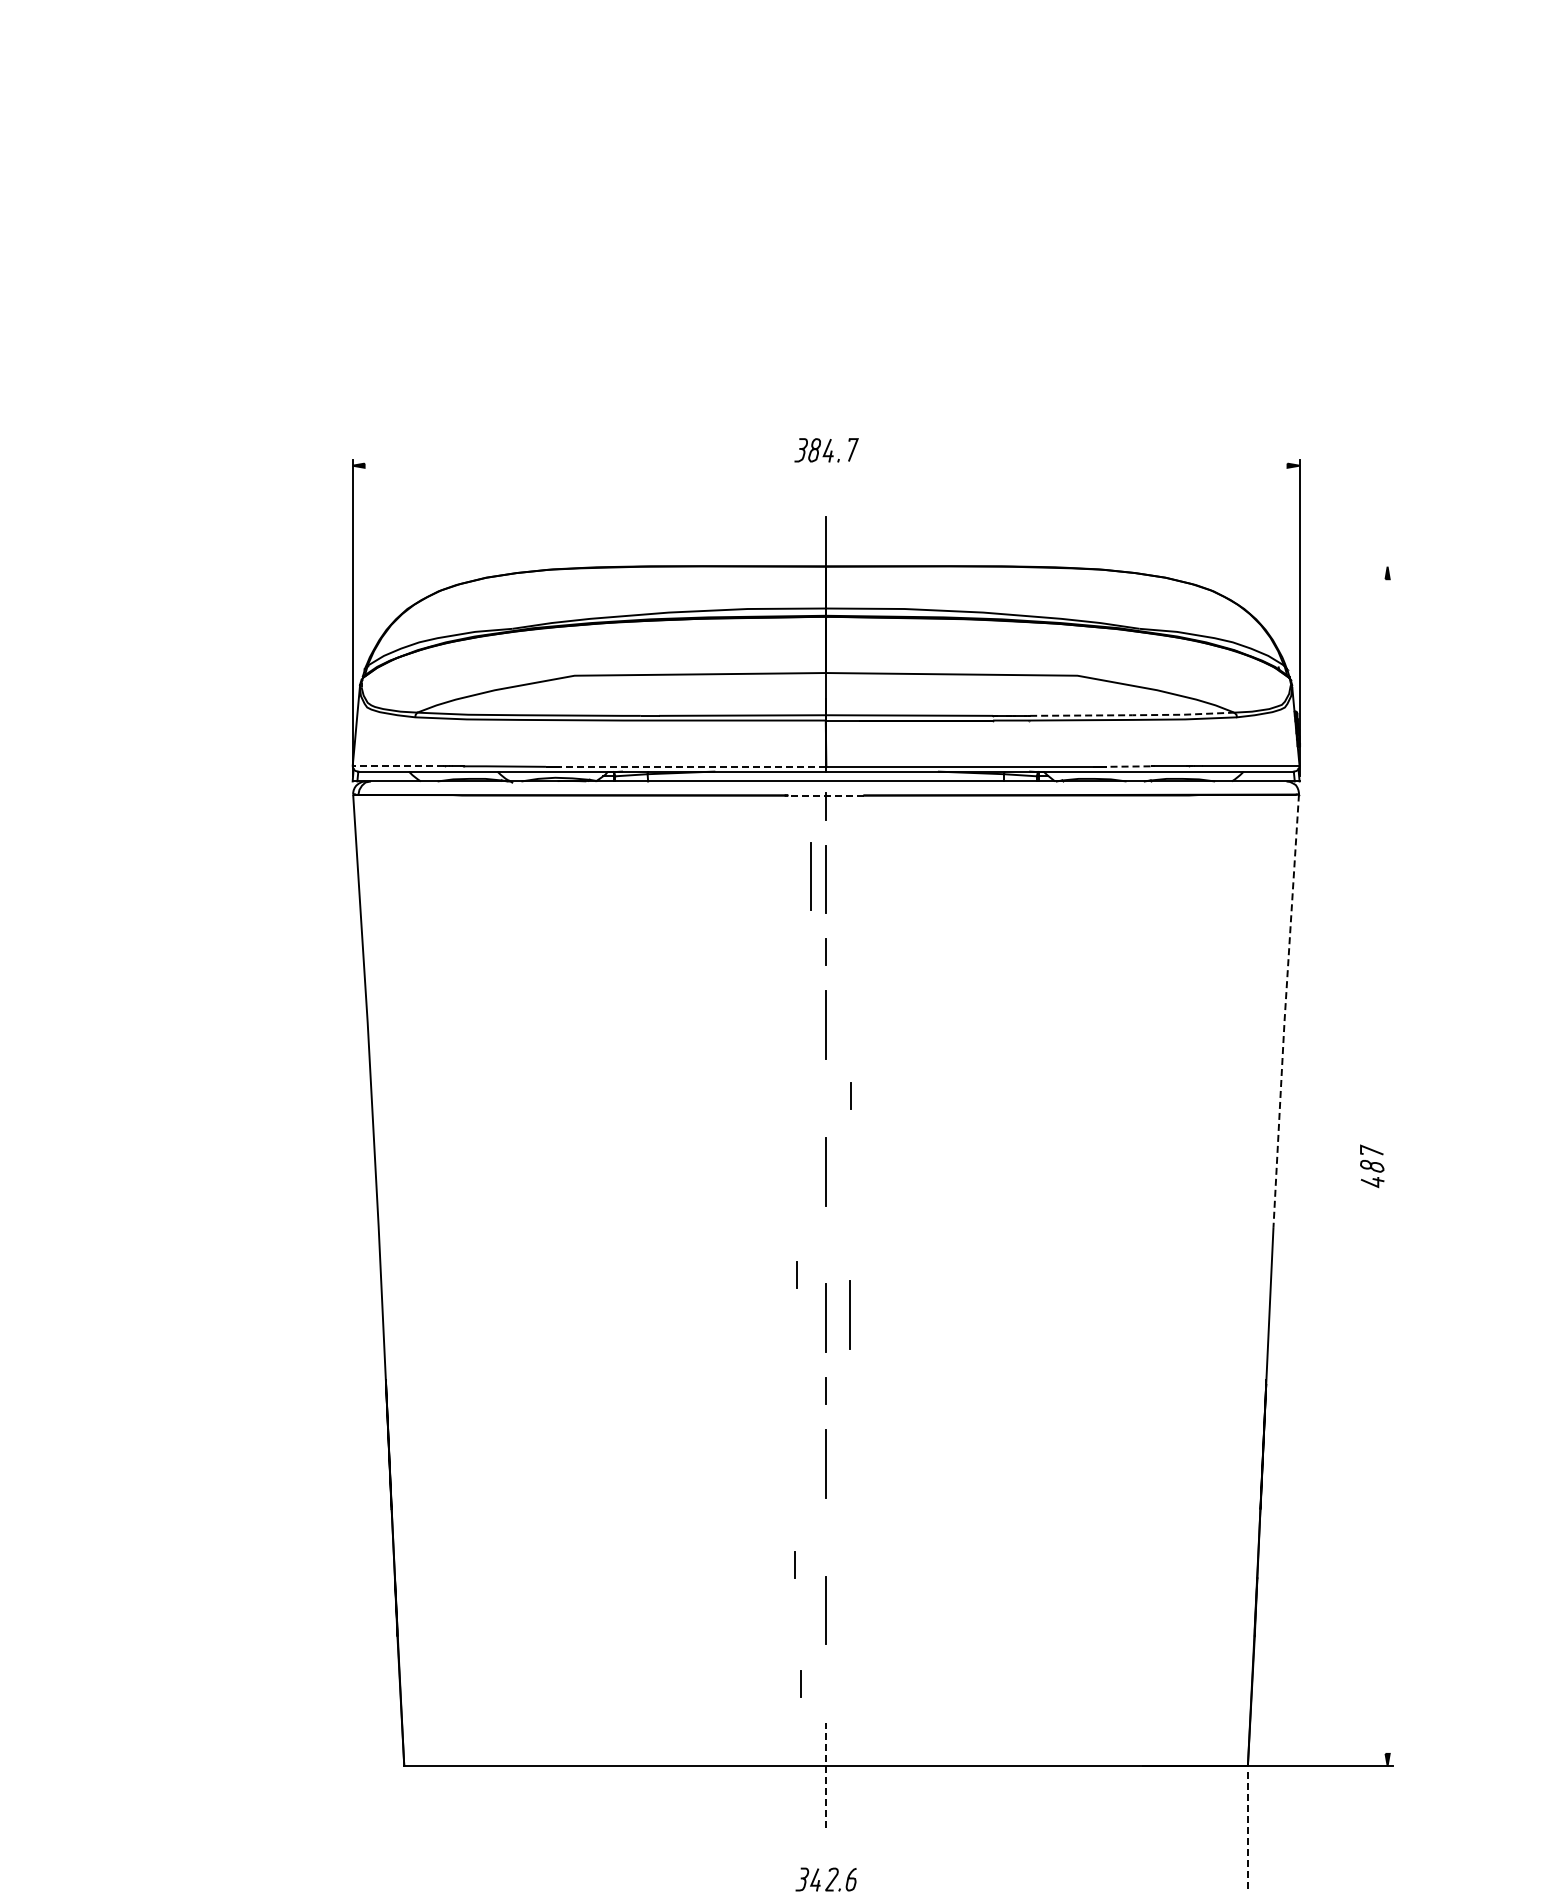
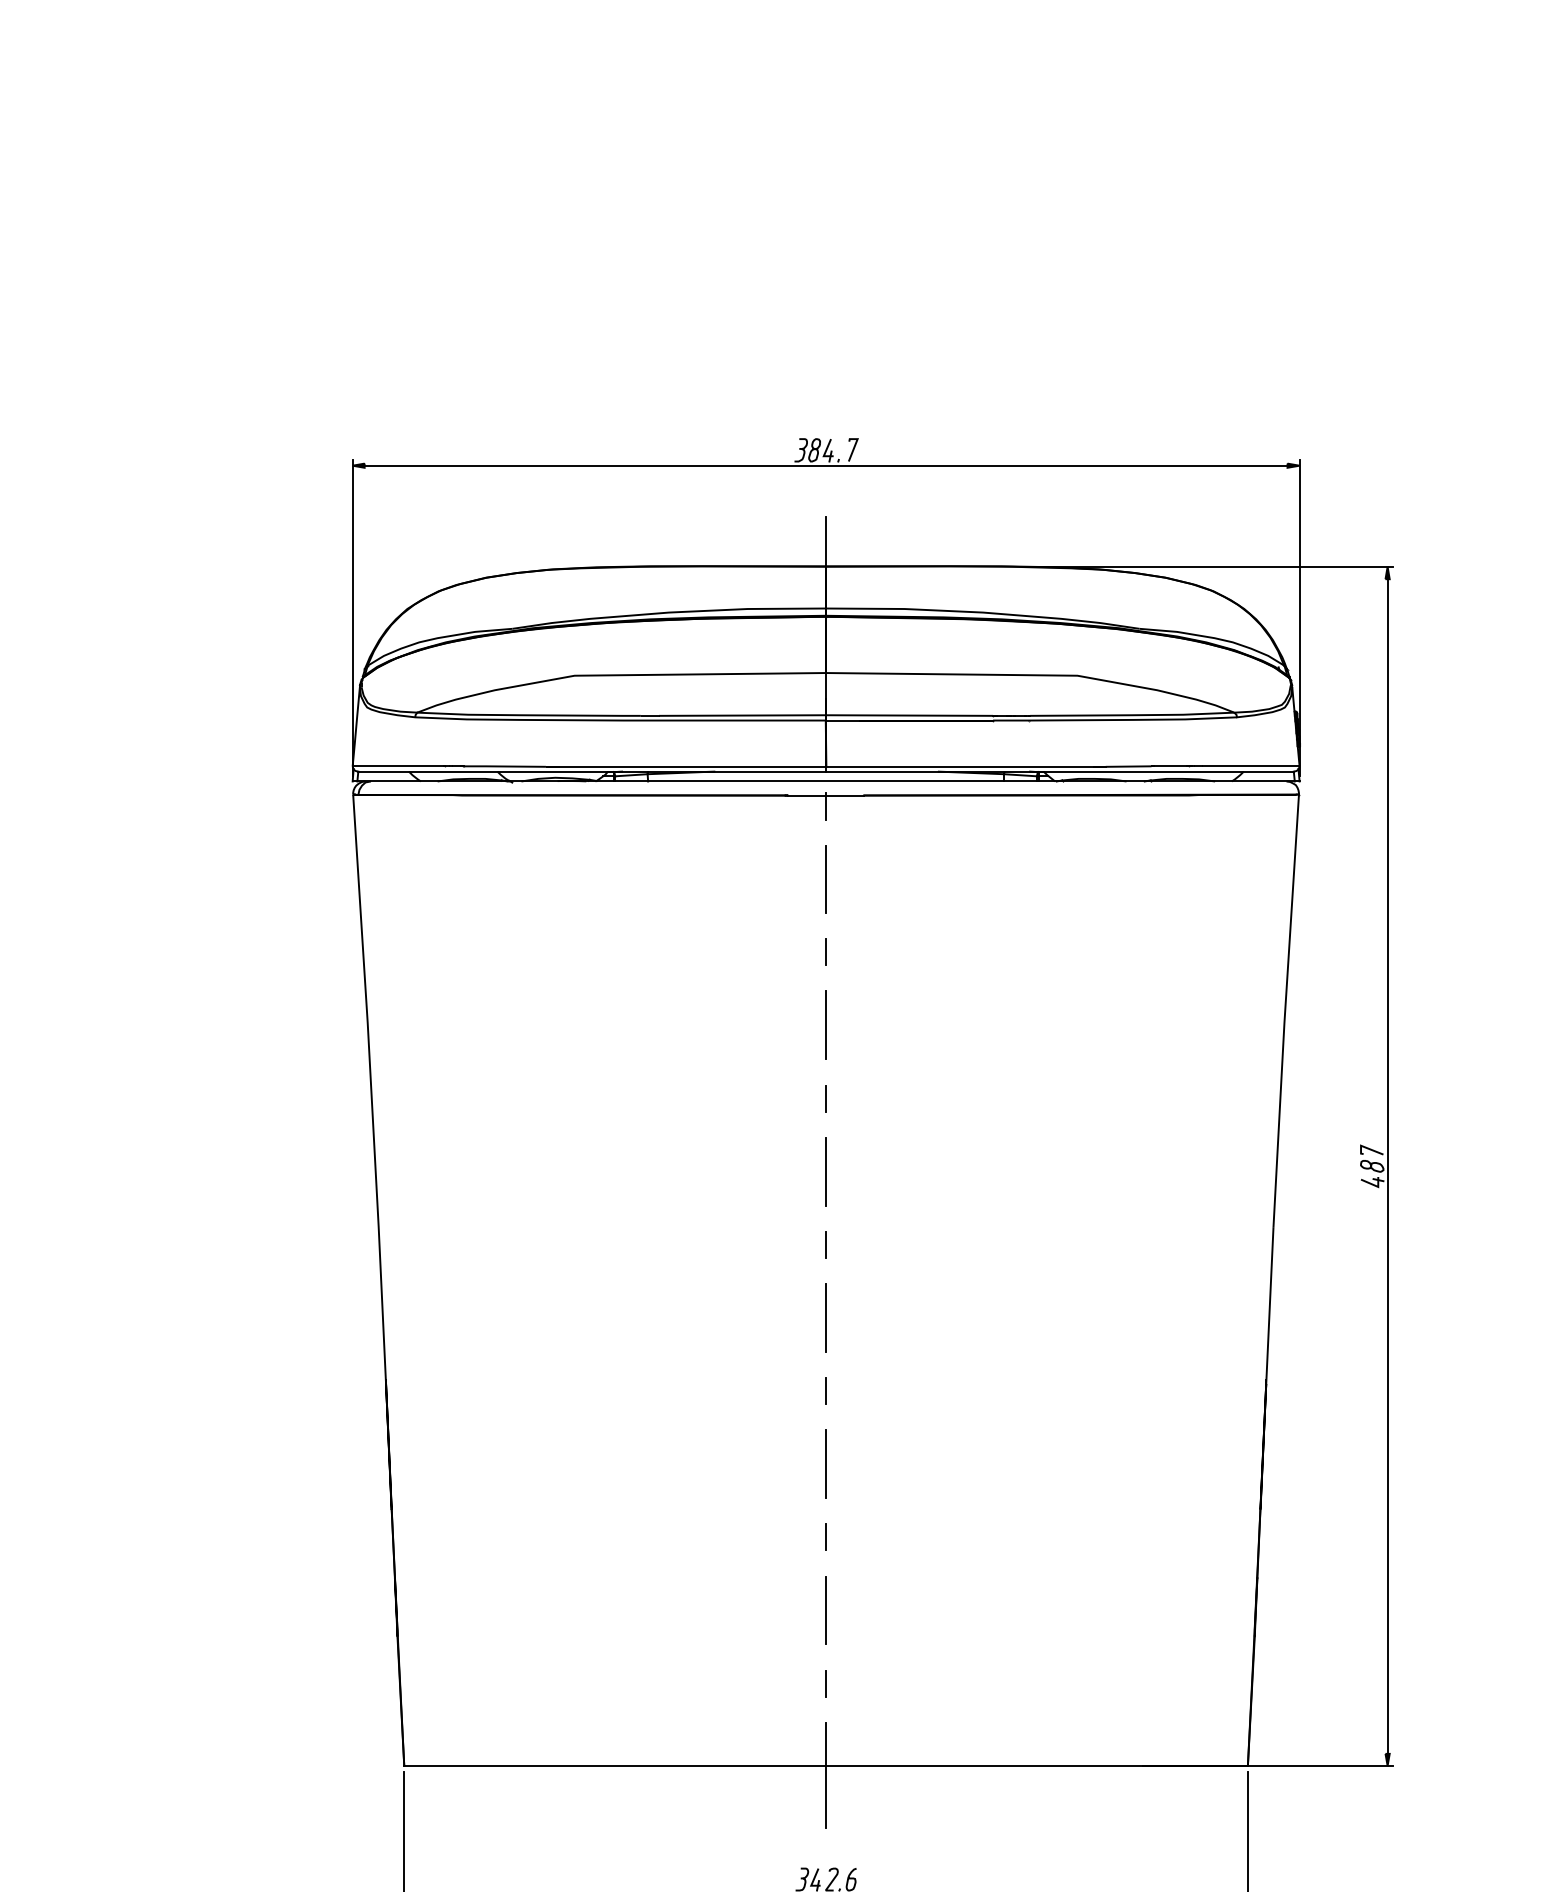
line at (825, 465): none -> present
line at (1213, 566): none -> present
line at (1133, 715): dashed -> solid
line at (398, 766): dashed -> solid
line at (692, 766): dashed -> solid
line at (1128, 766): dashed -> solid
line at (826, 795): dashed -> solid
line at (810, 876): present -> none
line at (1285, 1011): dashed -> solid
line at (850, 1095) position: (850, 1095) -> (825, 1098)
line at (1387, 1166): none -> present
line at (796, 1274) position: (796, 1274) -> (825, 1244)
line at (849, 1314): present -> none
line at (794, 1564) position: (794, 1564) -> (825, 1536)
line at (800, 1683) position: (800, 1683) -> (825, 1683)
line at (826, 1775): dashed -> solid
line at (404, 1829): none -> present
line at (1247, 1832): dashed -> solid
